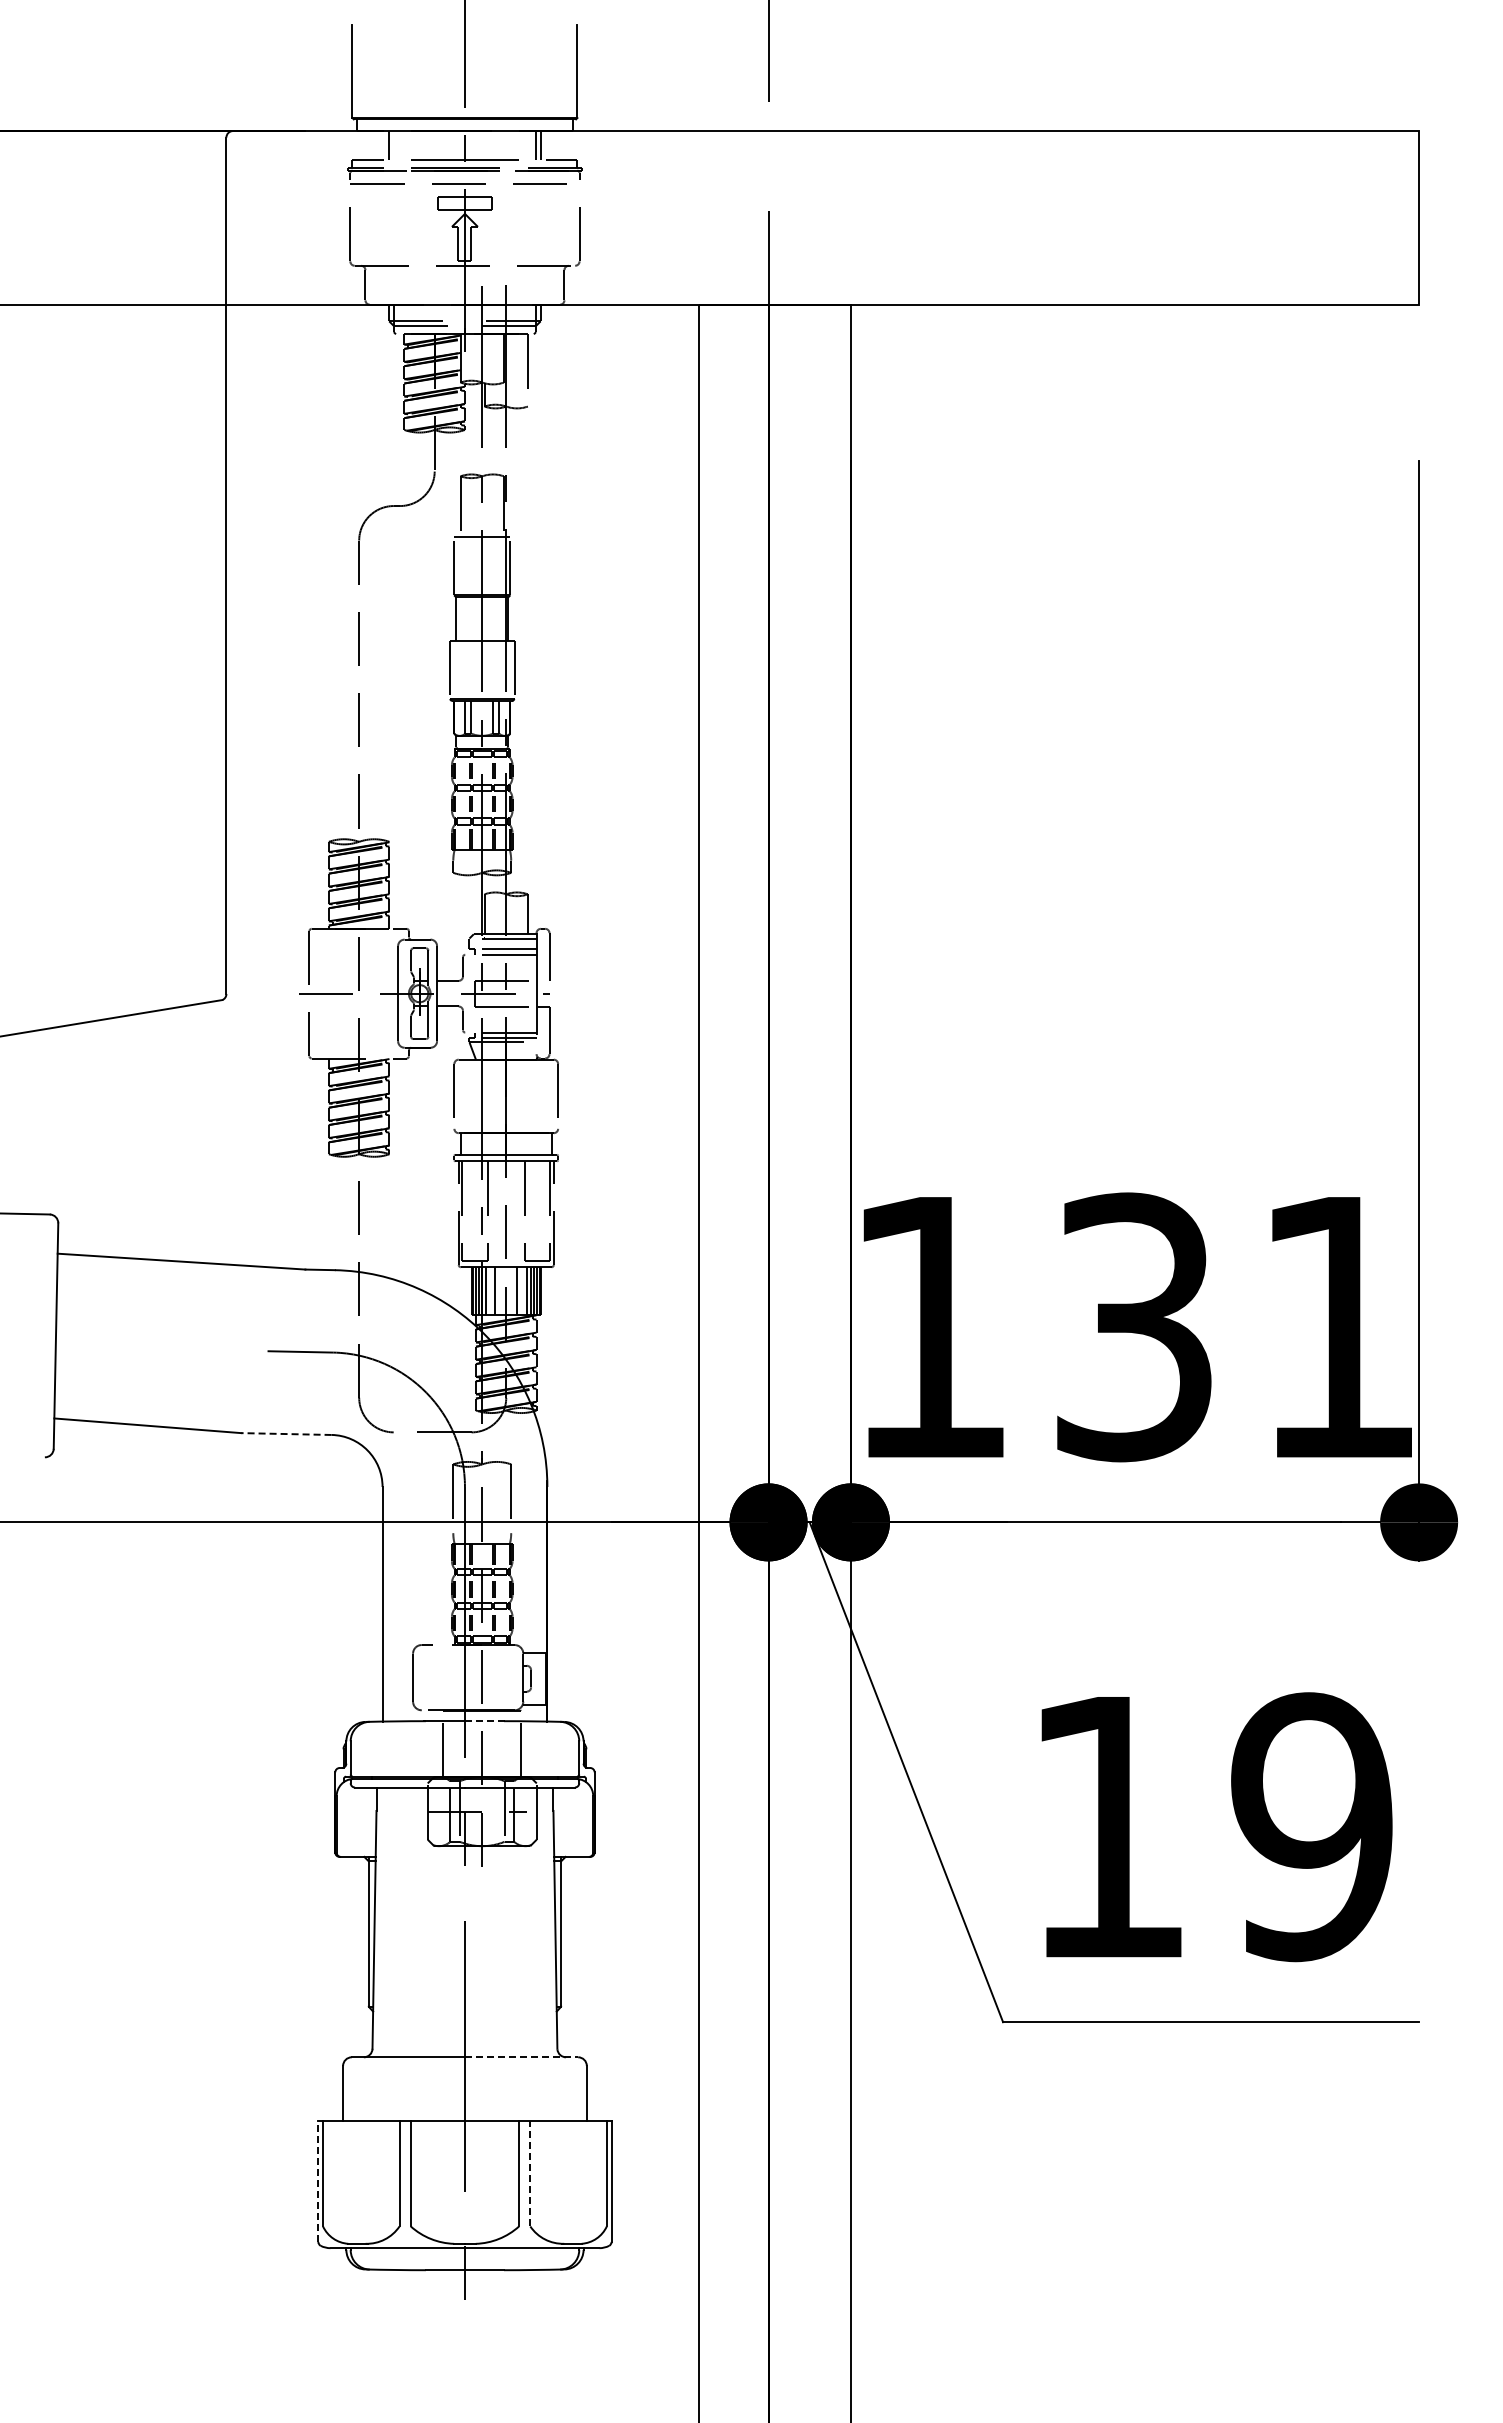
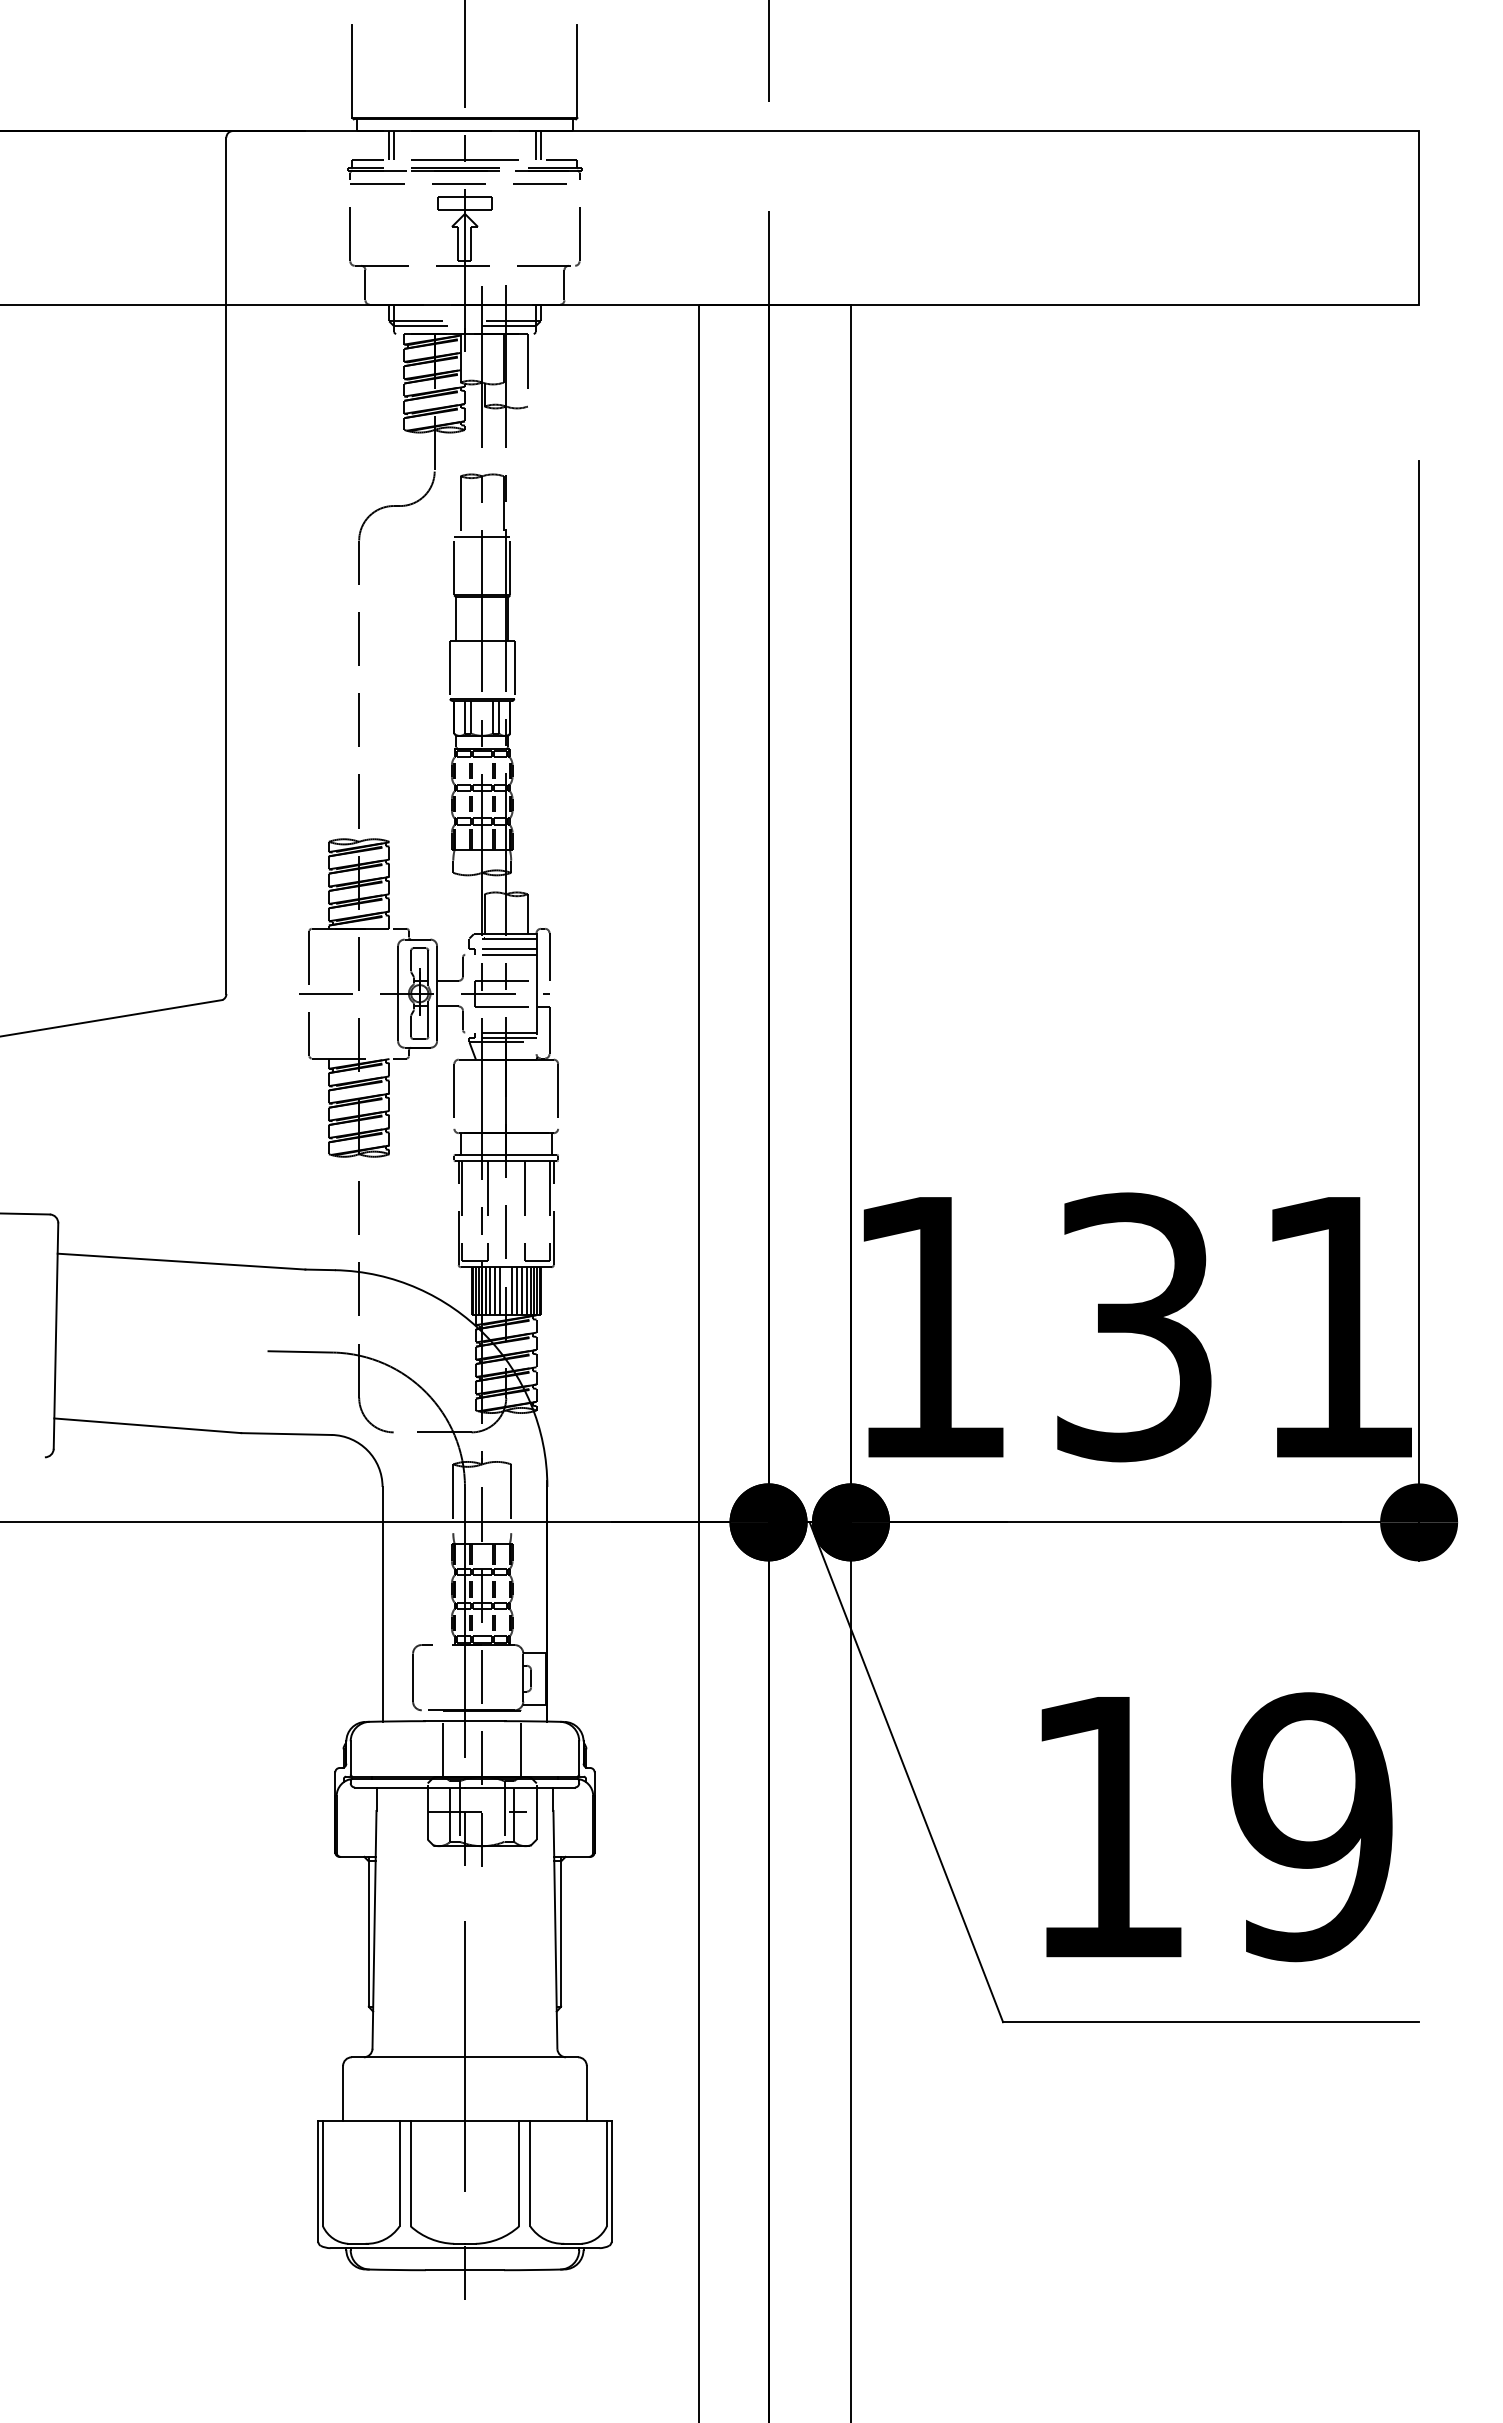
line at (393, 145): none -> present
line at (490, 1290): none -> present
line at (500, 1290): none -> present
line at (512, 1290): none -> present
line at (522, 1290): none -> present
line at (285, 1434): dashed -> solid
line at (485, 1721): dashed -> solid
line at (521, 2057): dashed -> solid
line at (530, 2173): dashed -> solid
line at (318, 2181): dashed -> solid
